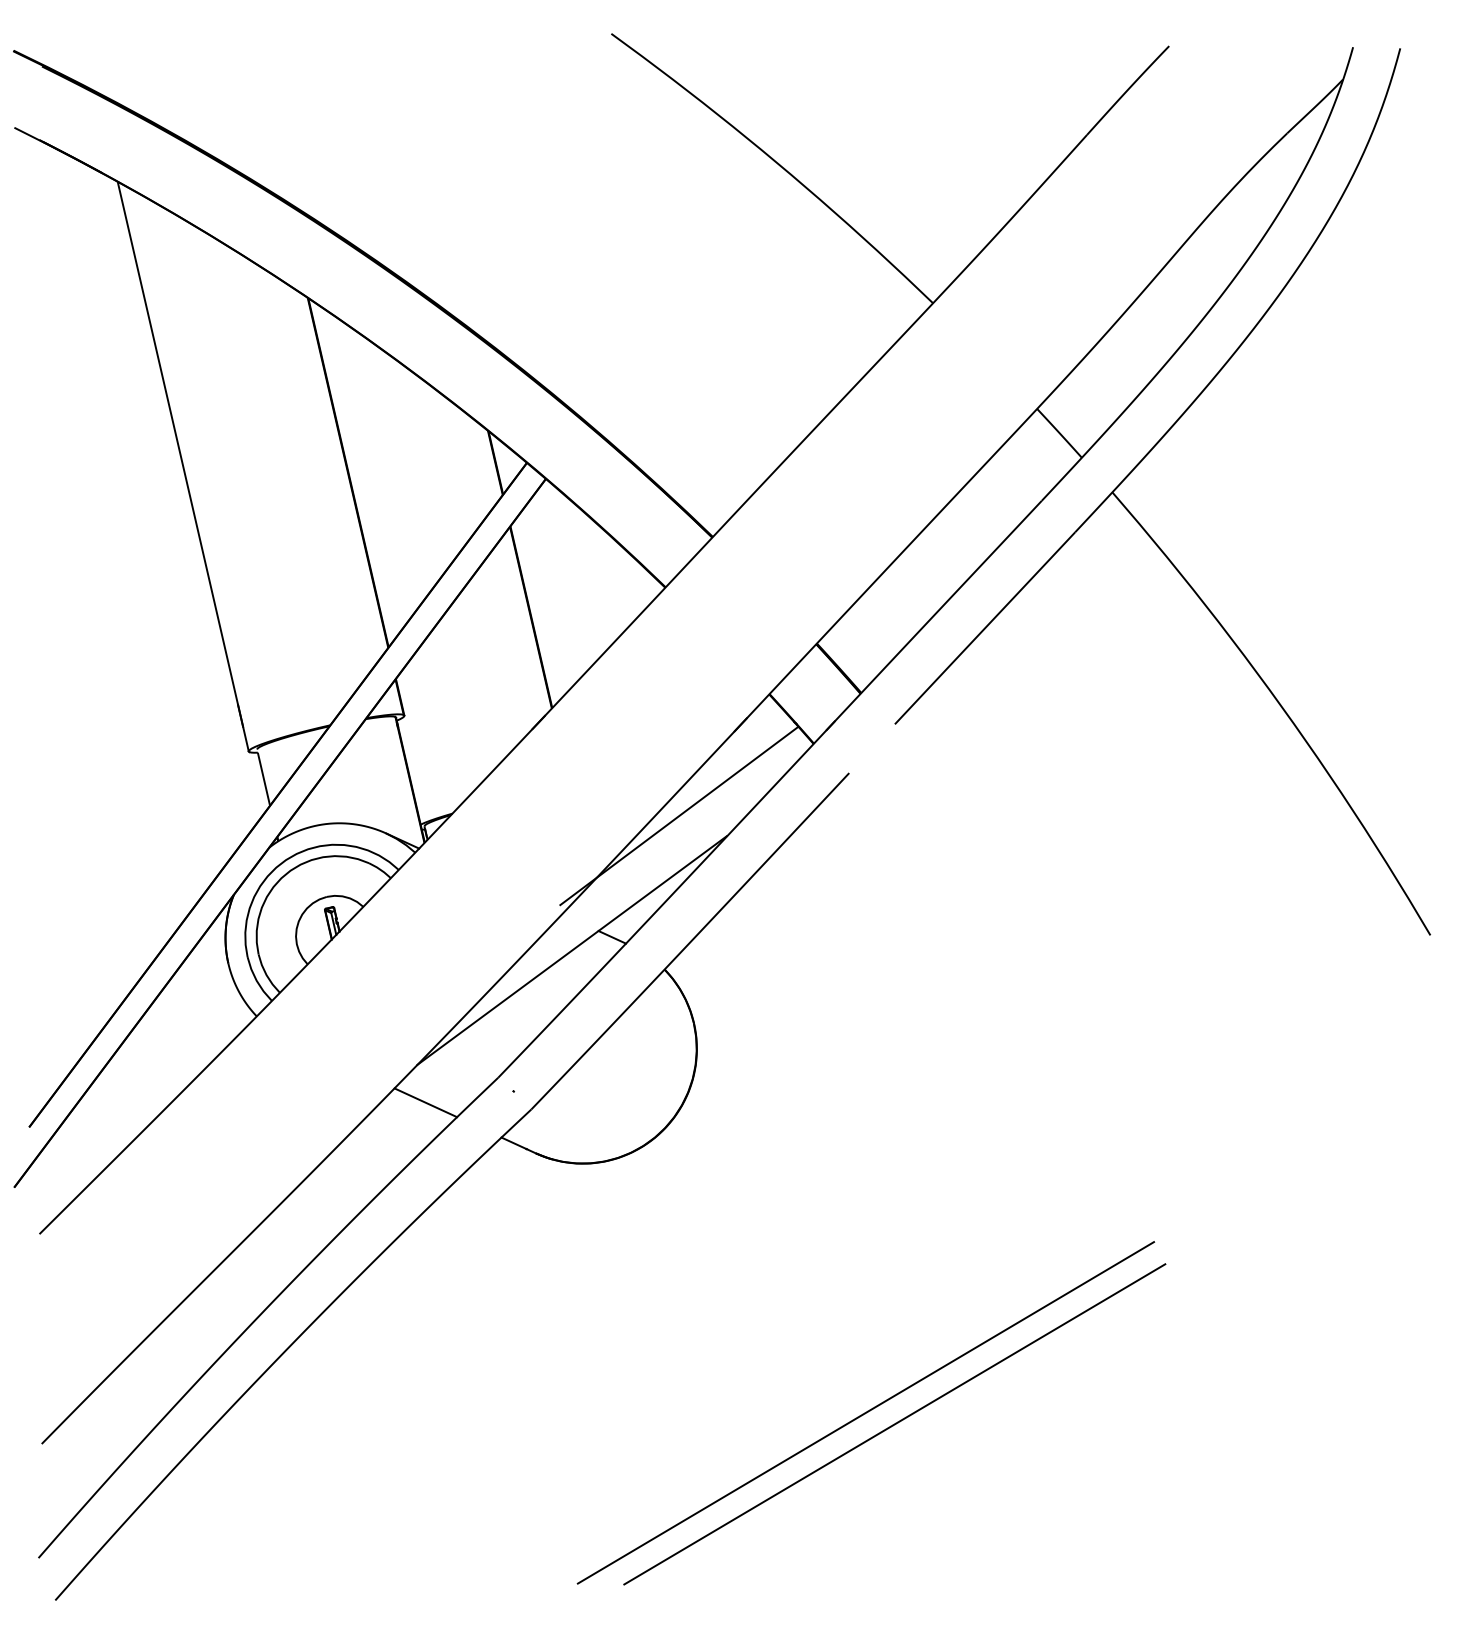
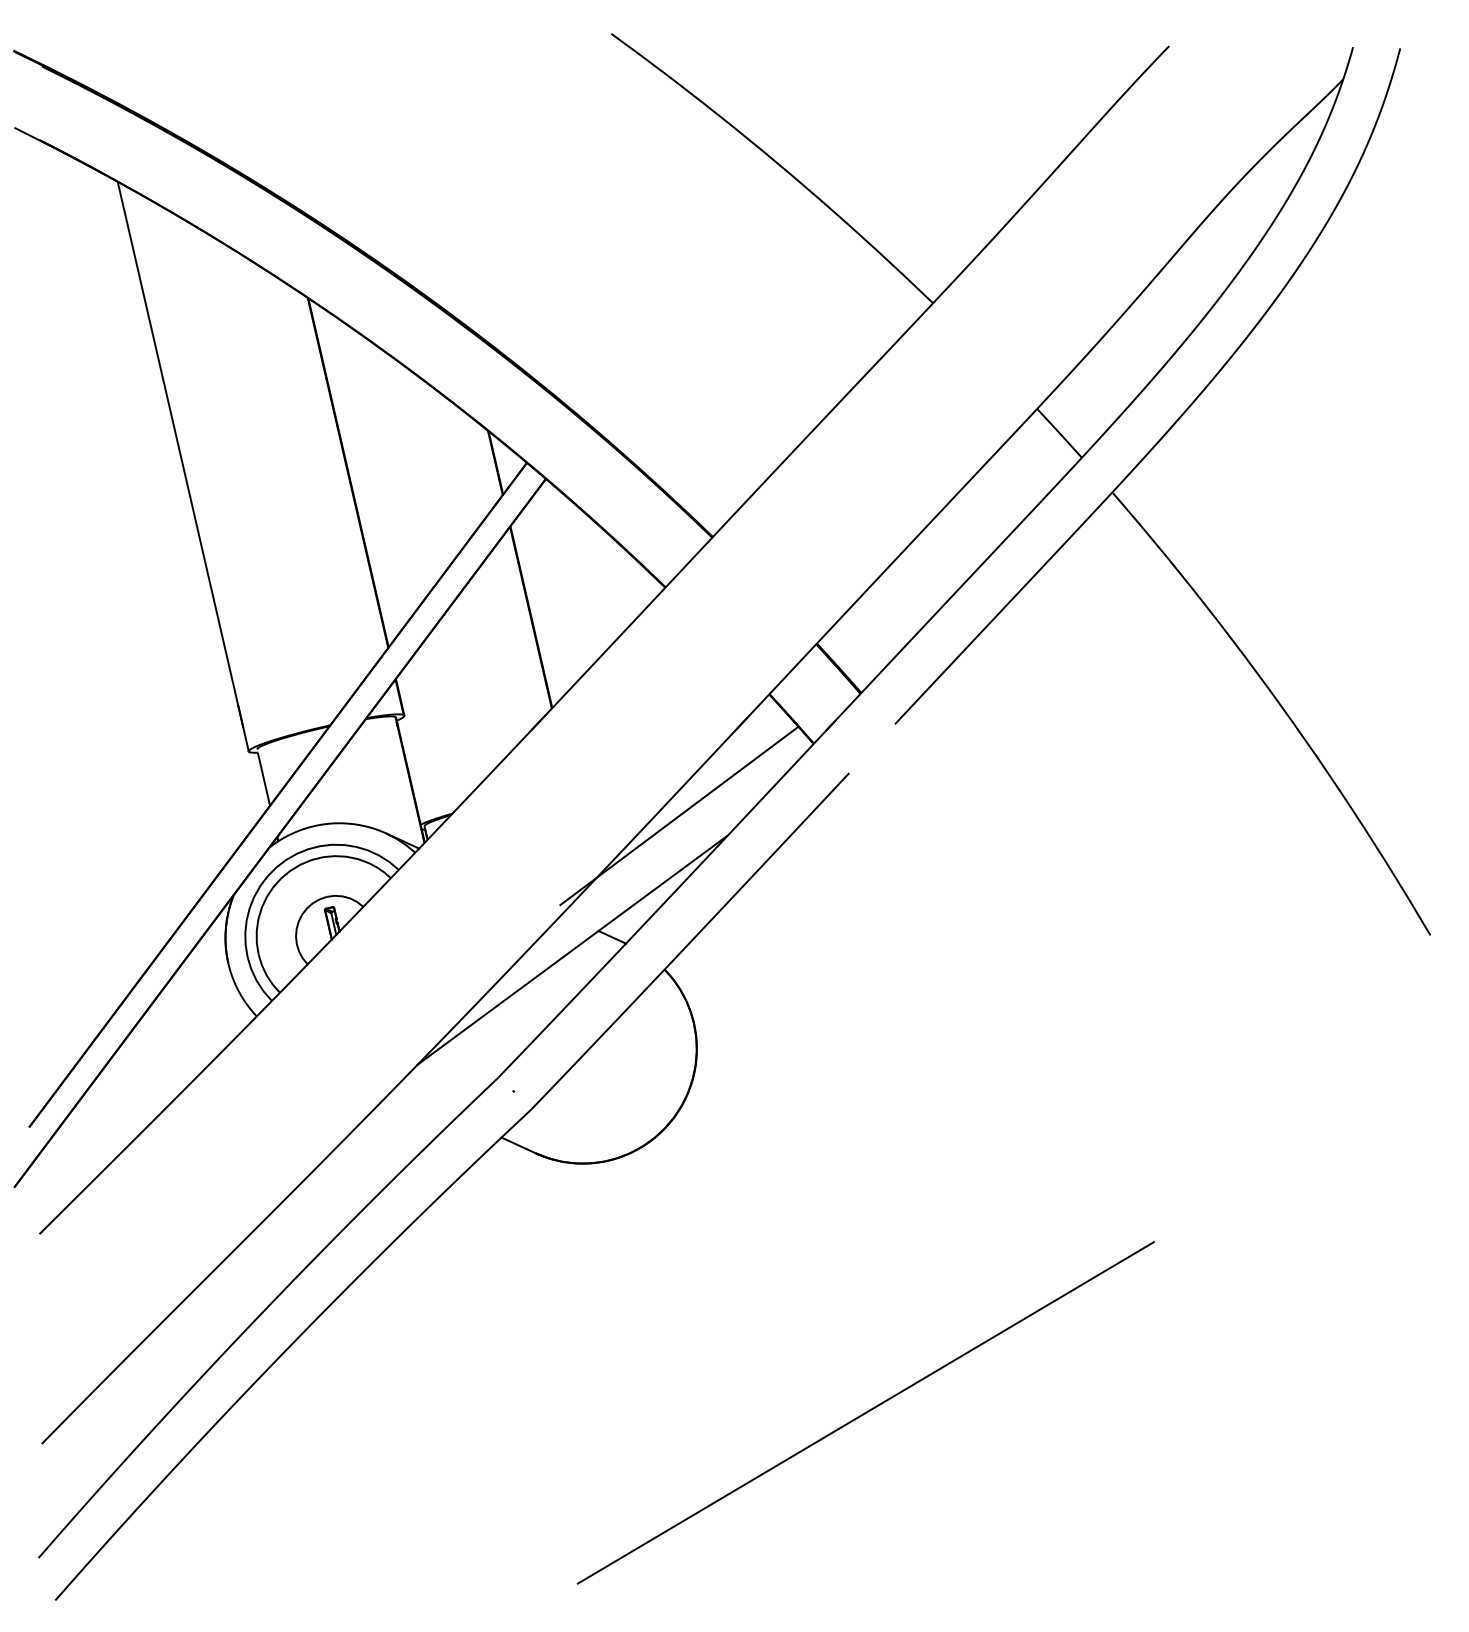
line at (425, 1102): present -> none
line at (894, 1424): present -> none
